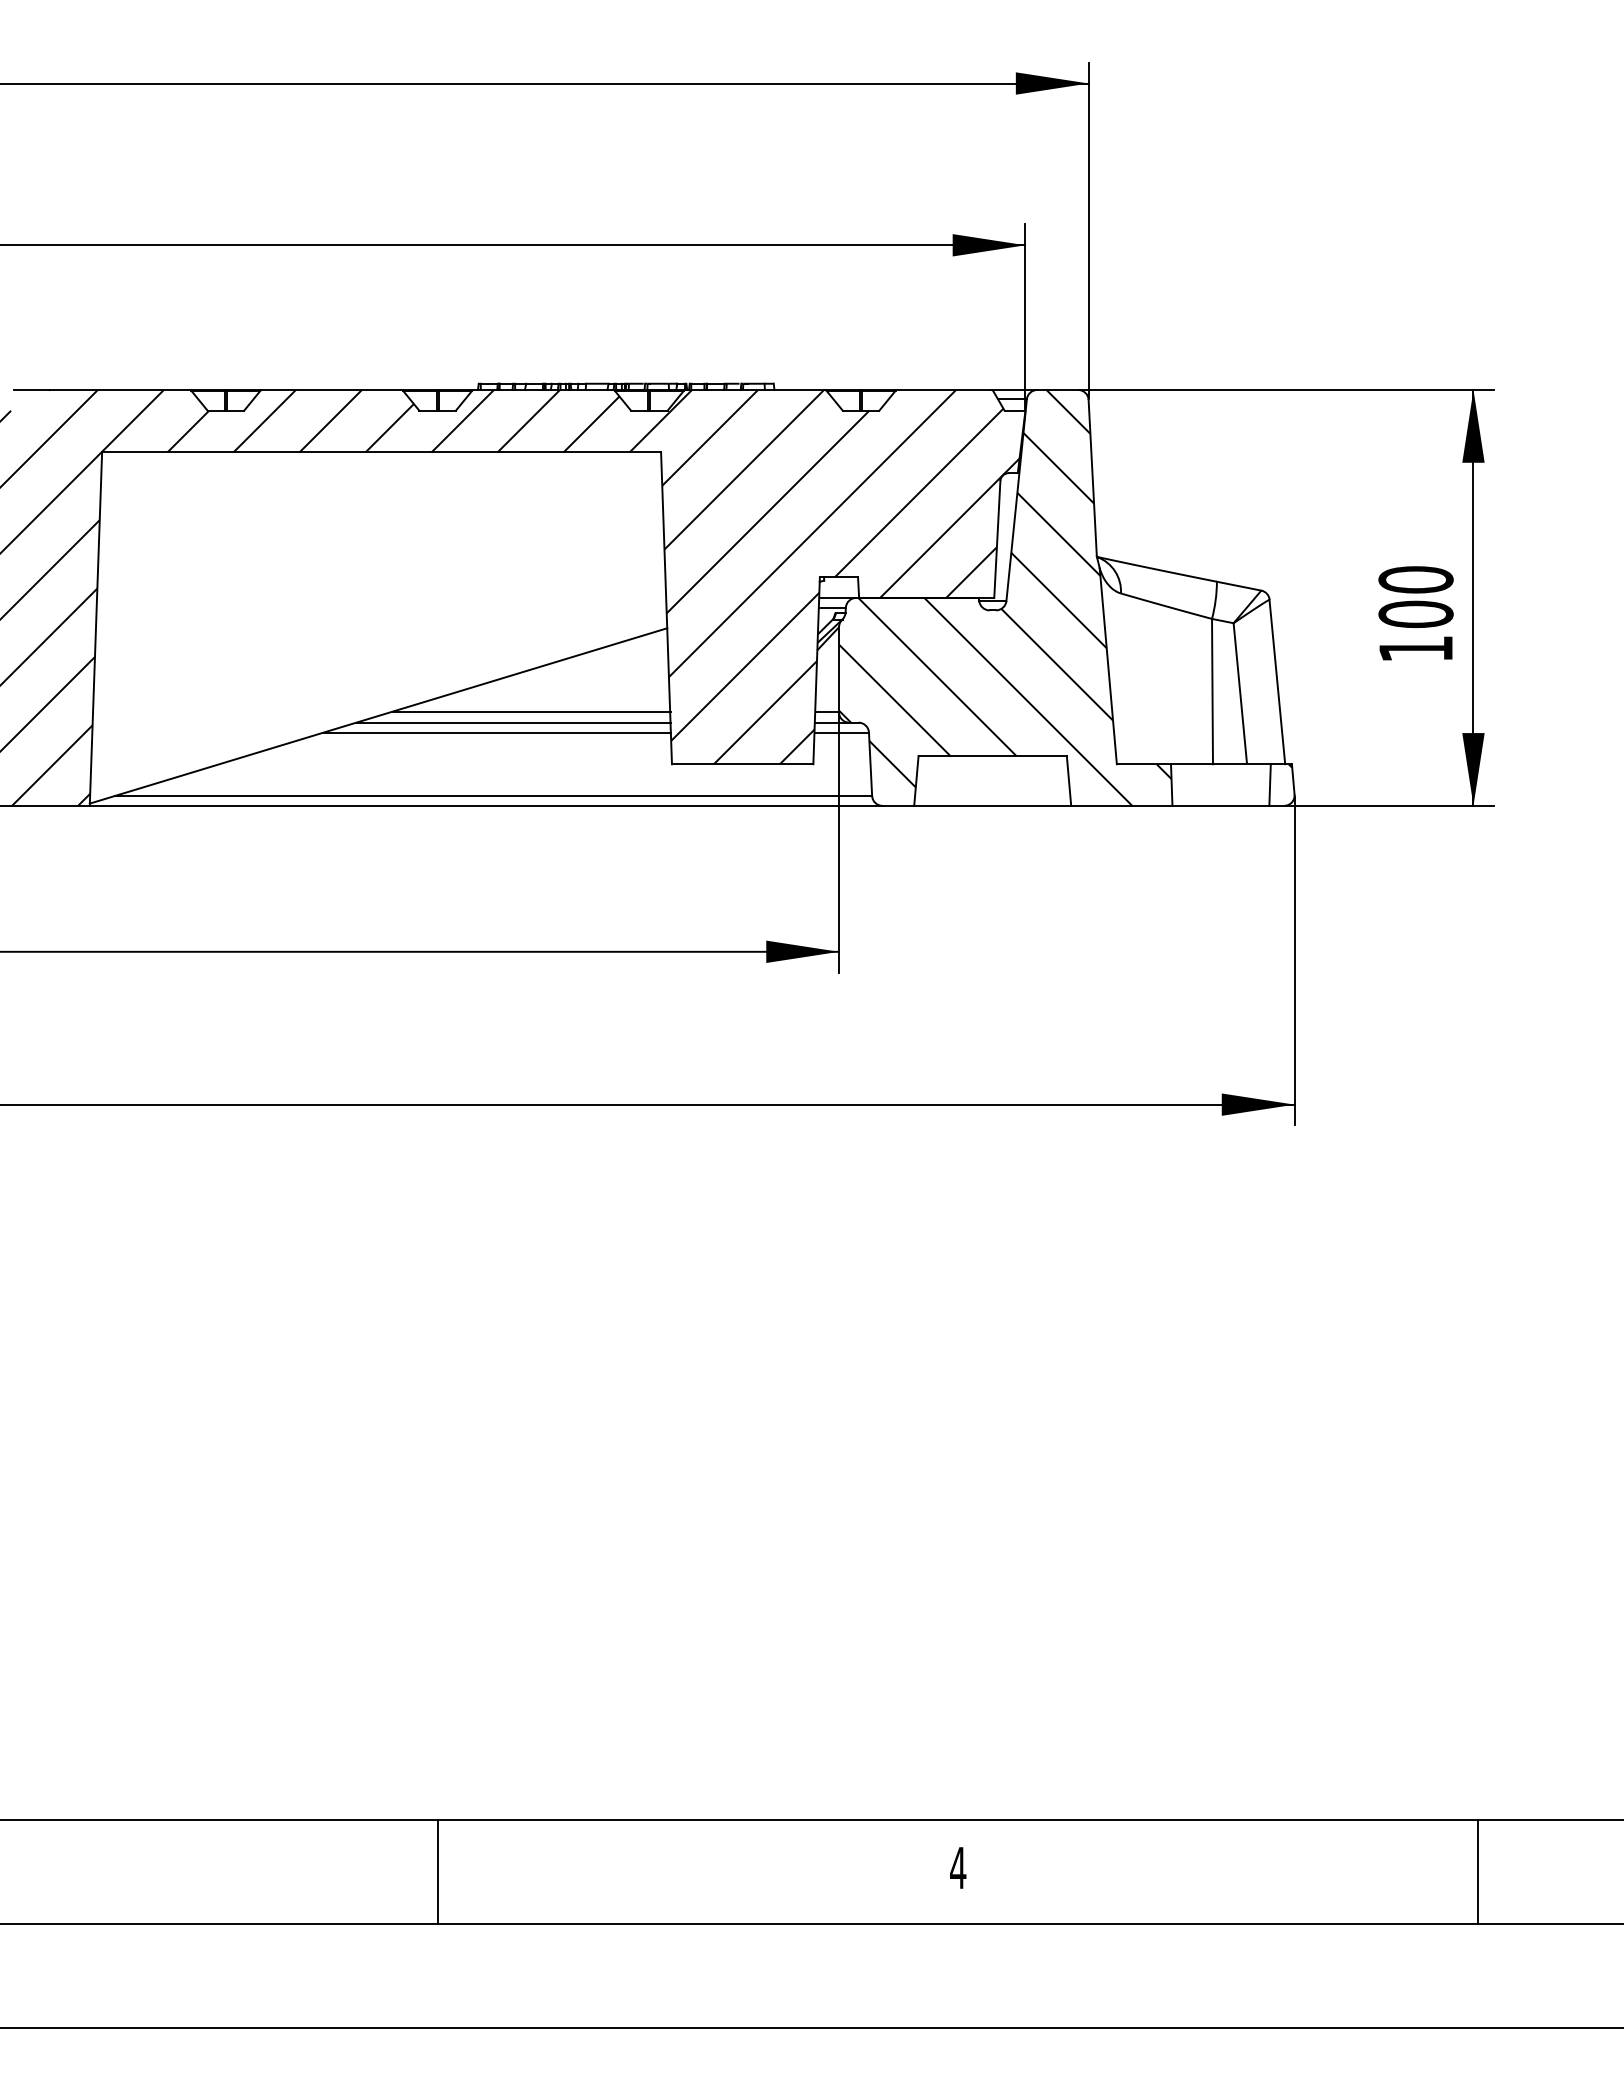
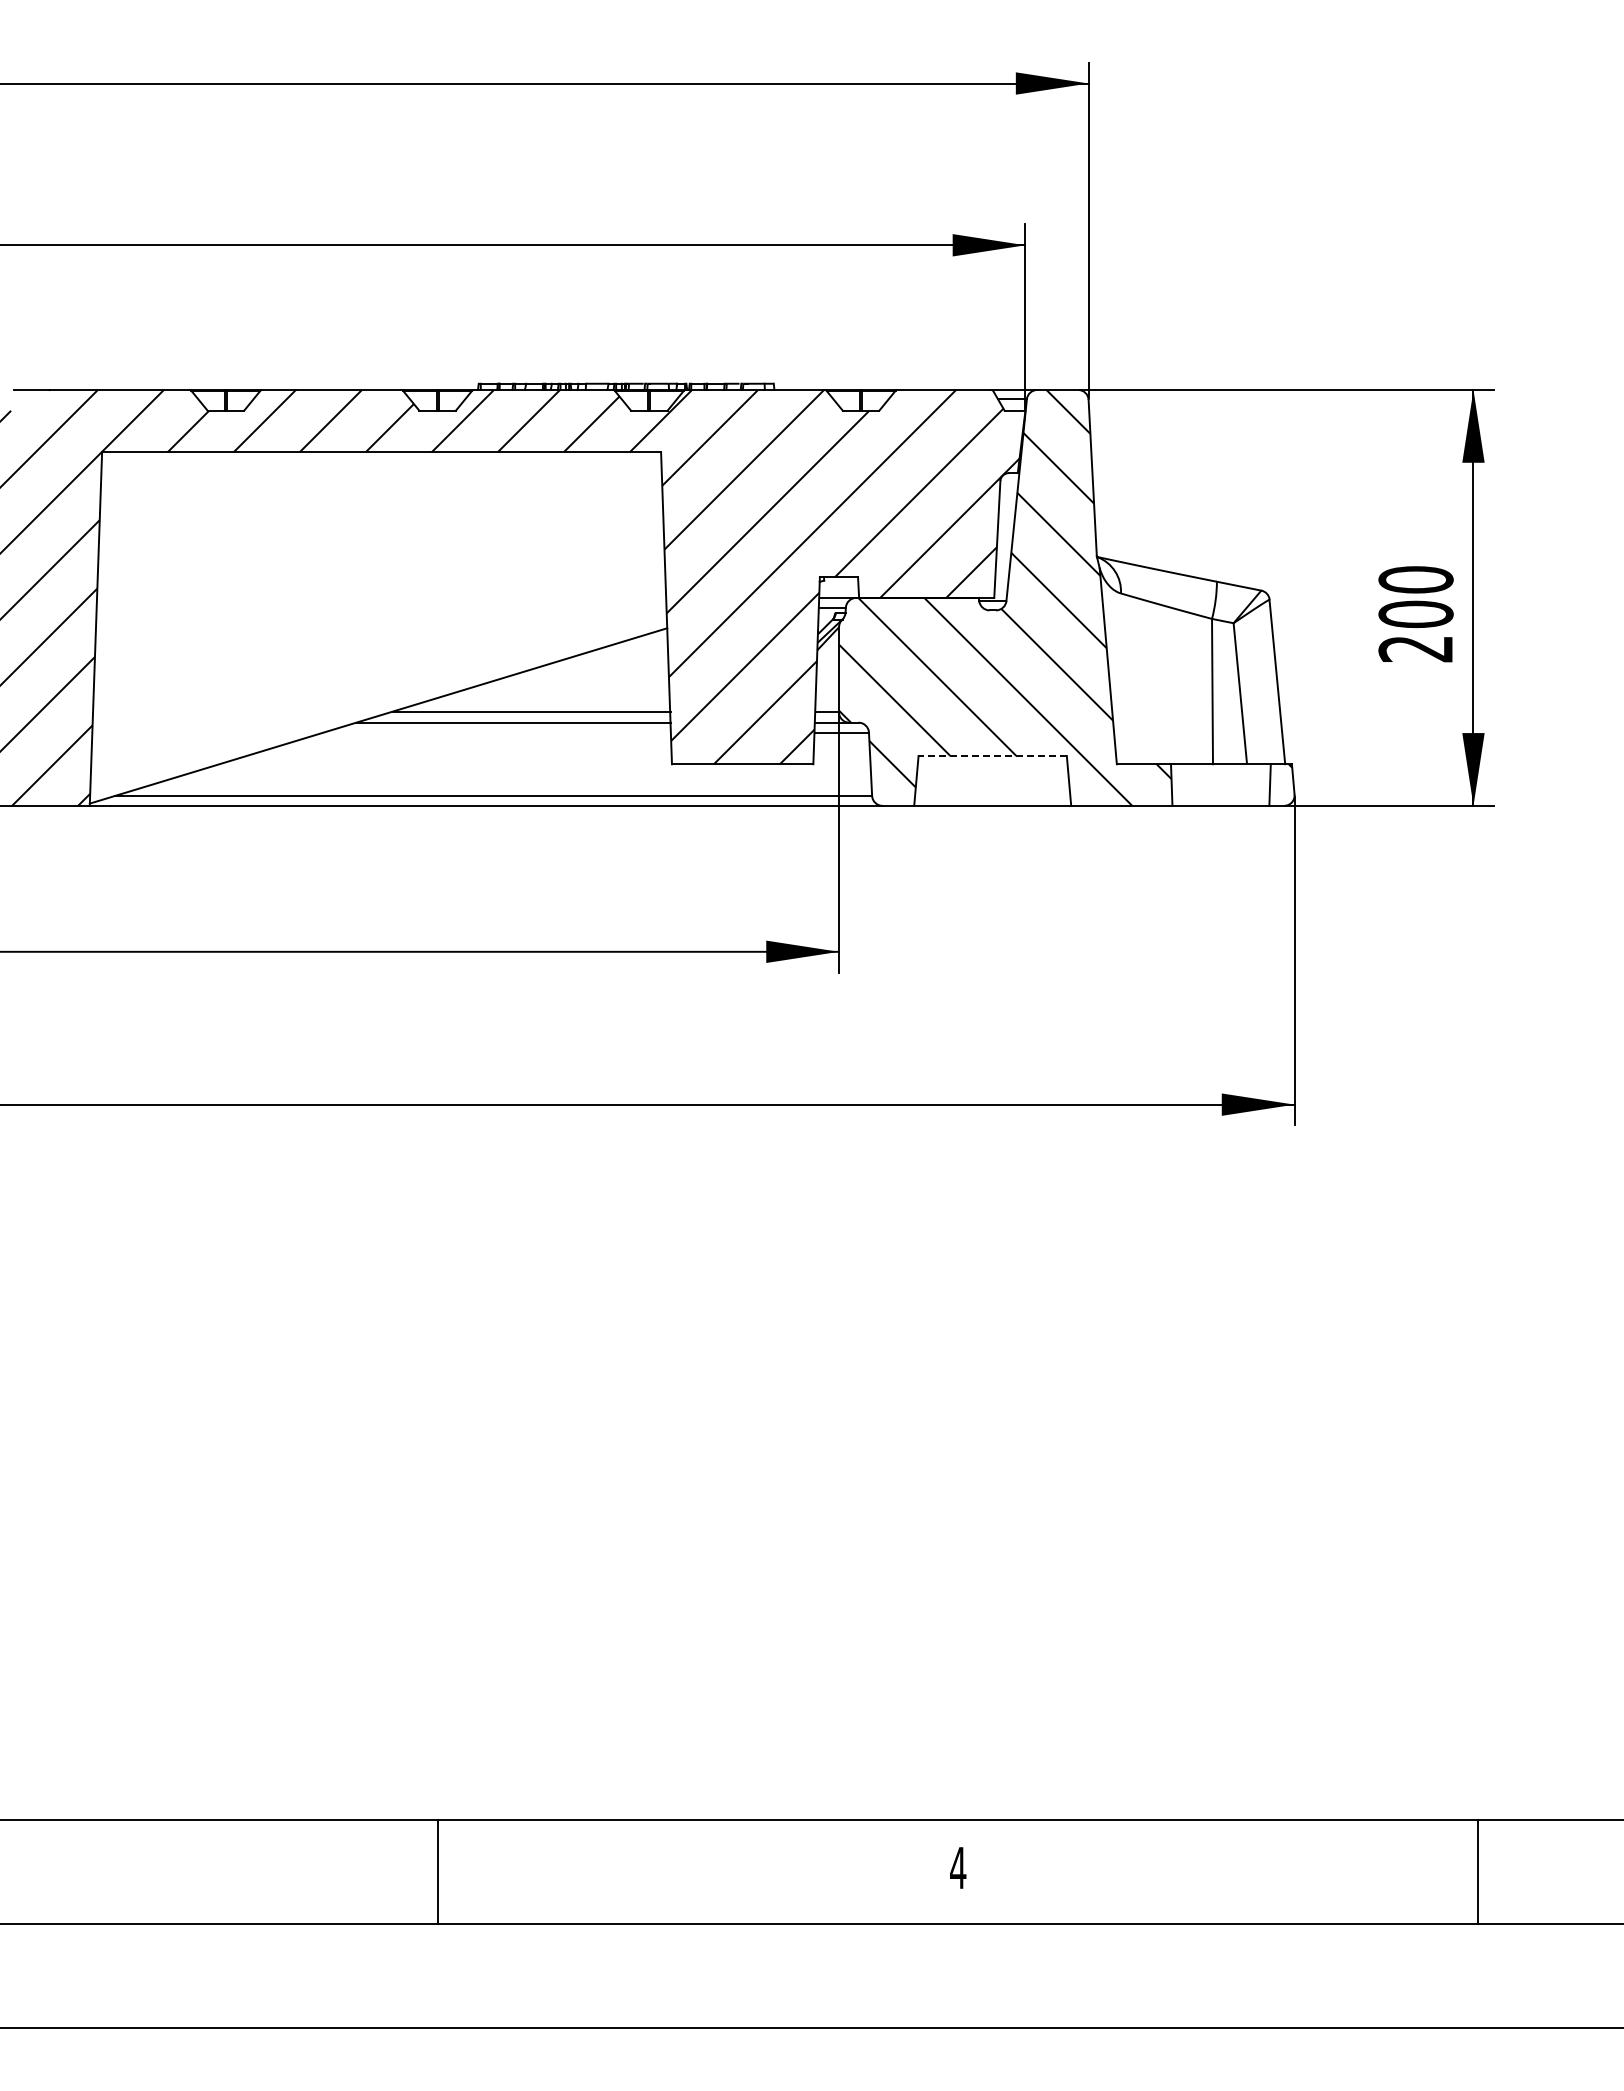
text at (1415, 649): 100 -> 200
line at (497, 732): present -> none
line at (992, 755): solid -> dashed
